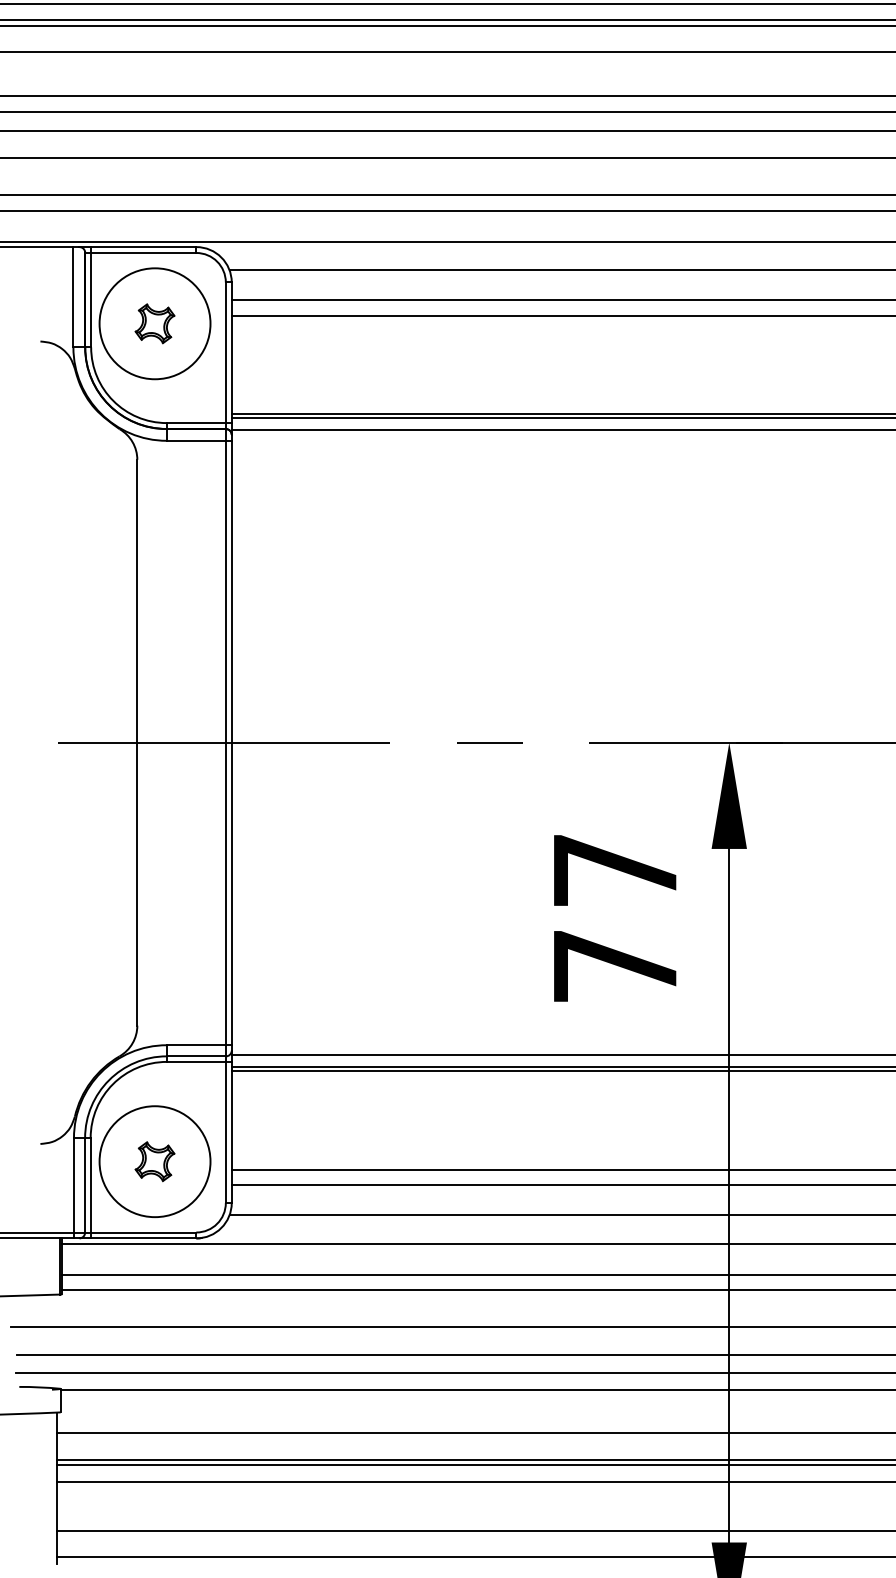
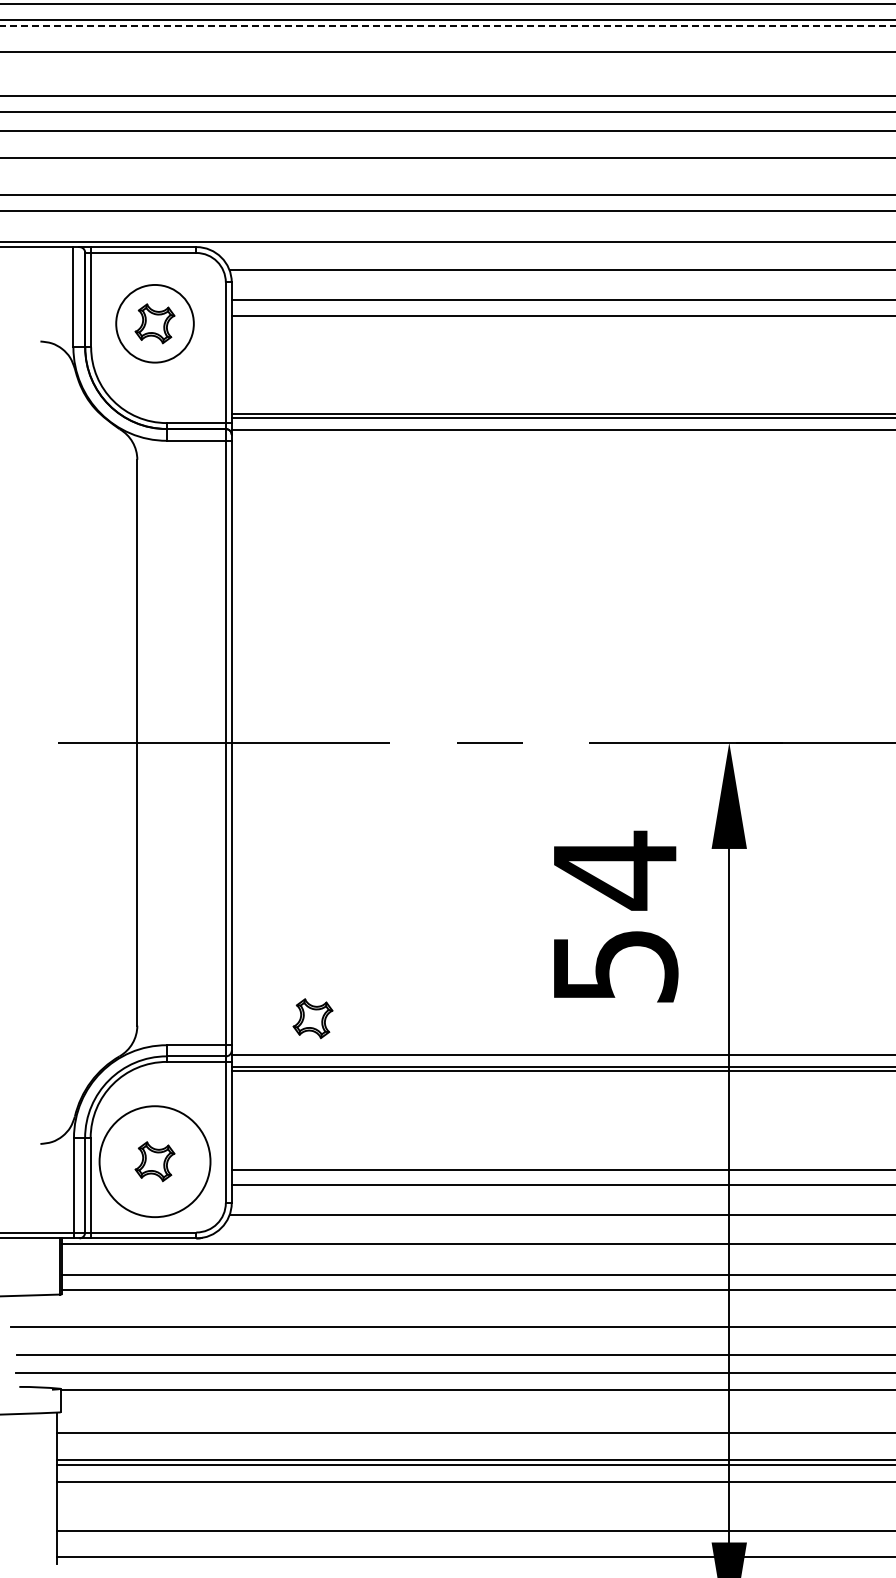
line at (448, 25): solid -> dashed
circle at (154, 323) diameter: 111 px -> 78 px
text at (616, 916): 77 -> 54
part at (312, 1018): none -> present
